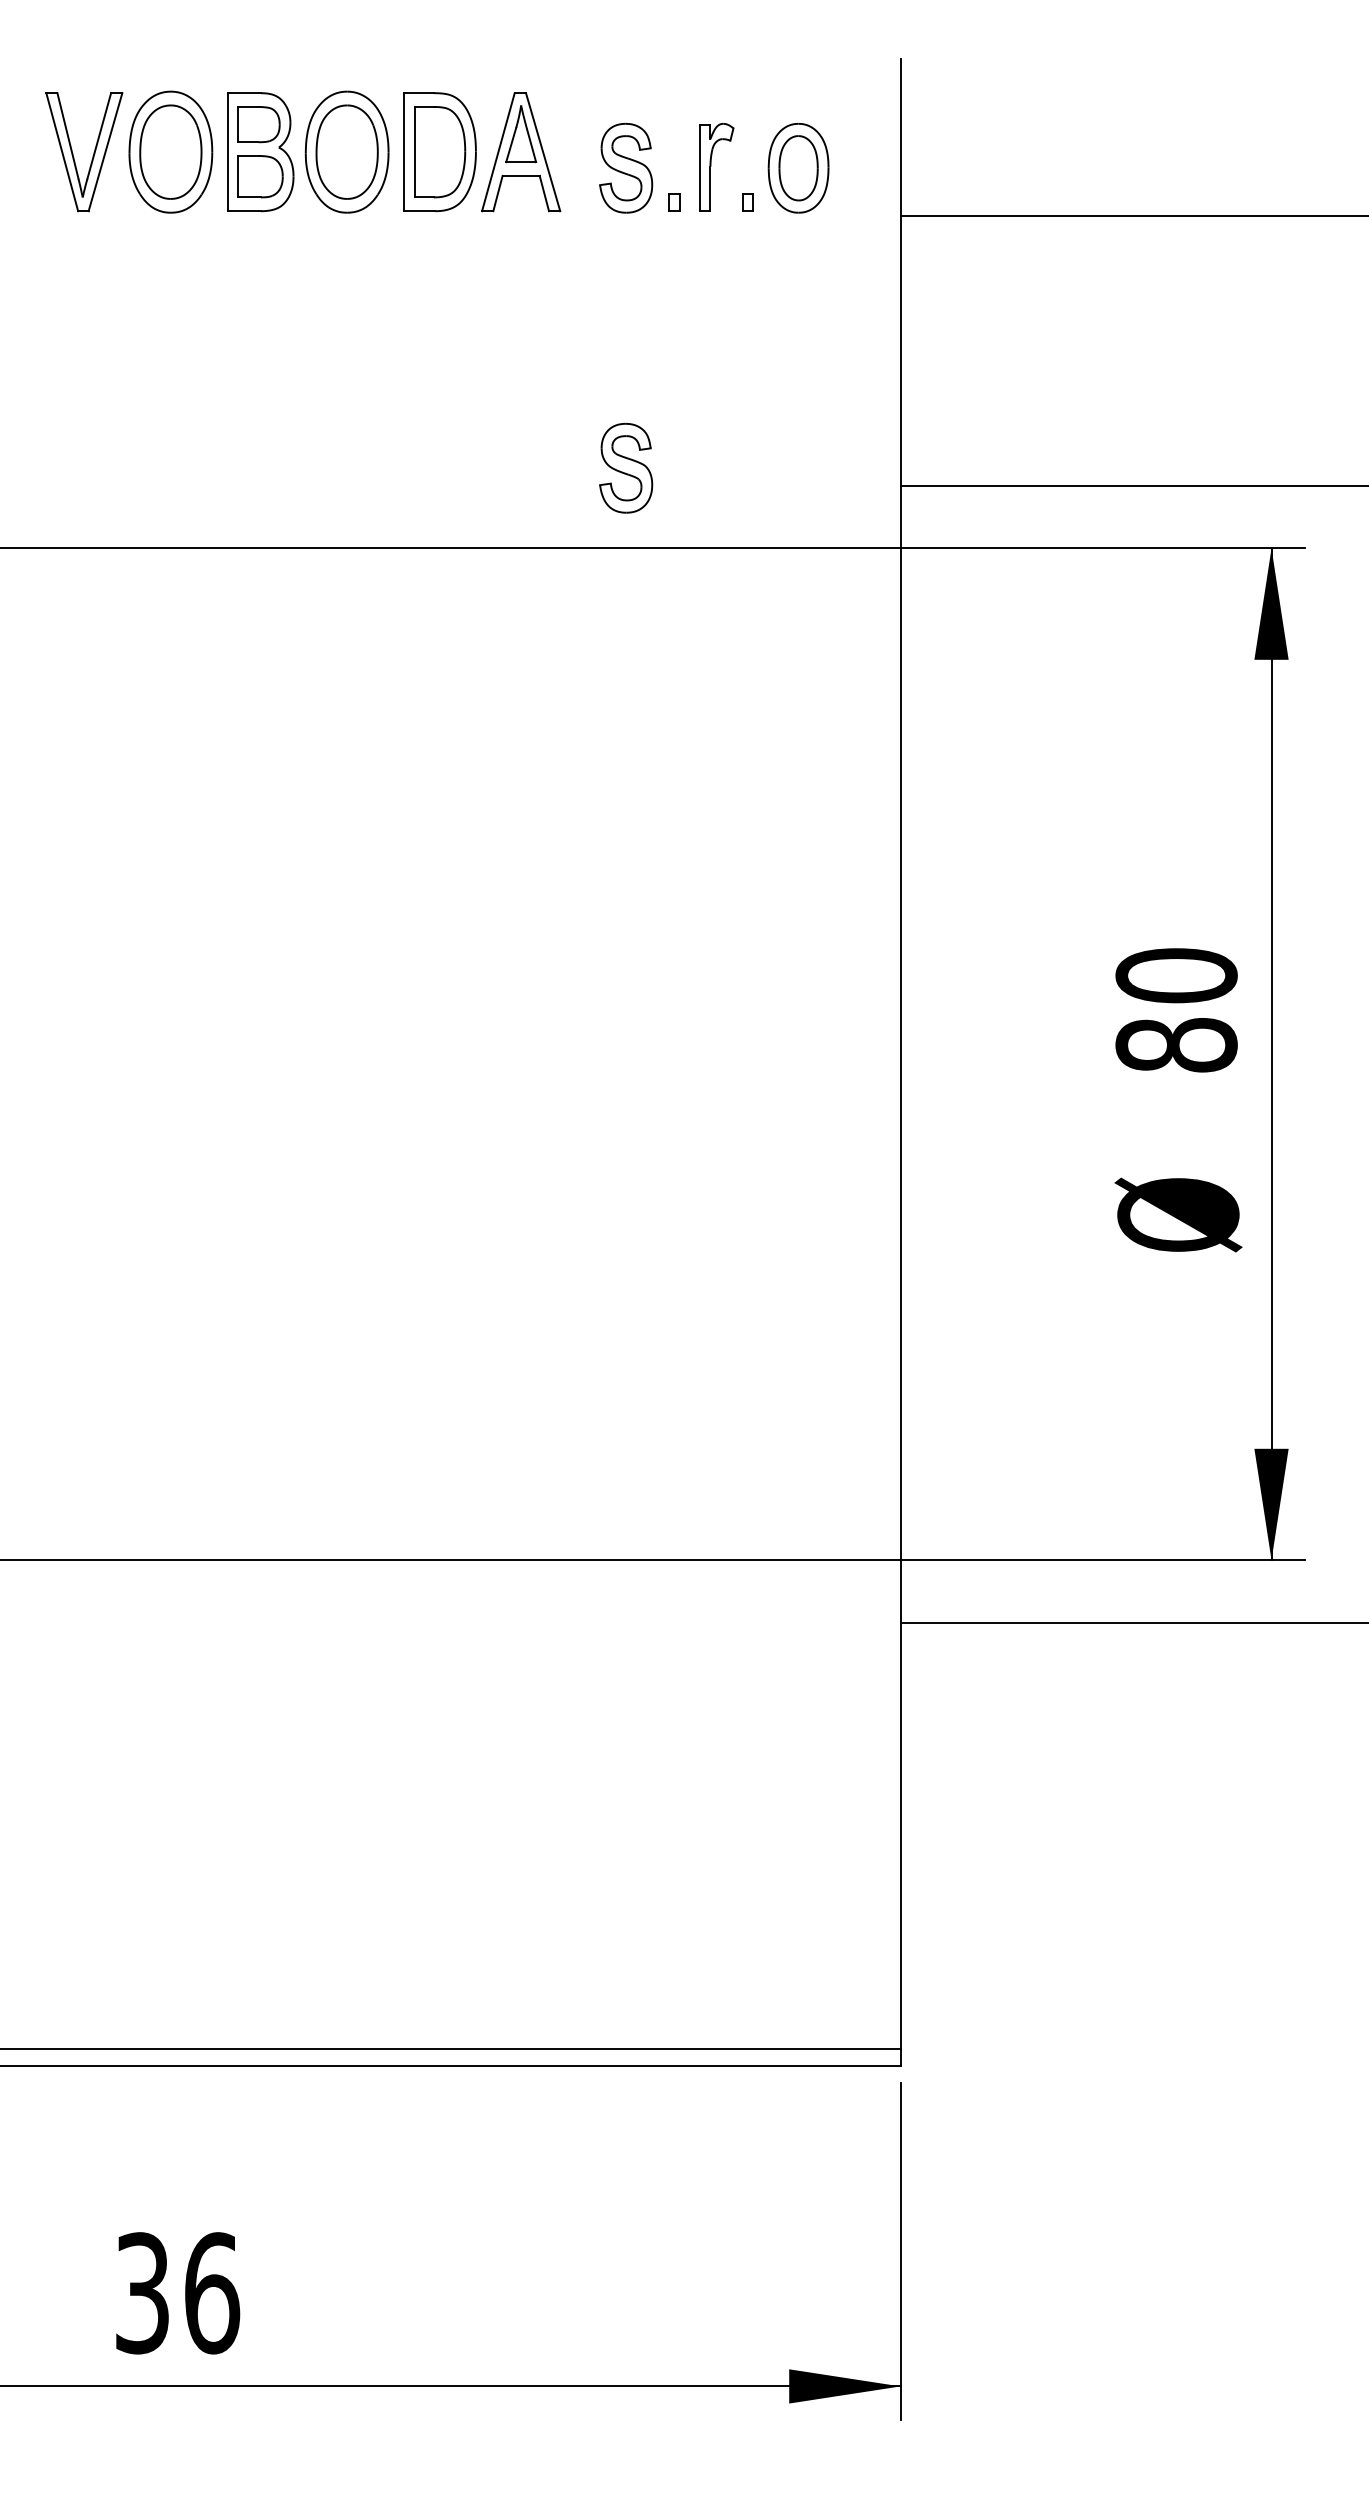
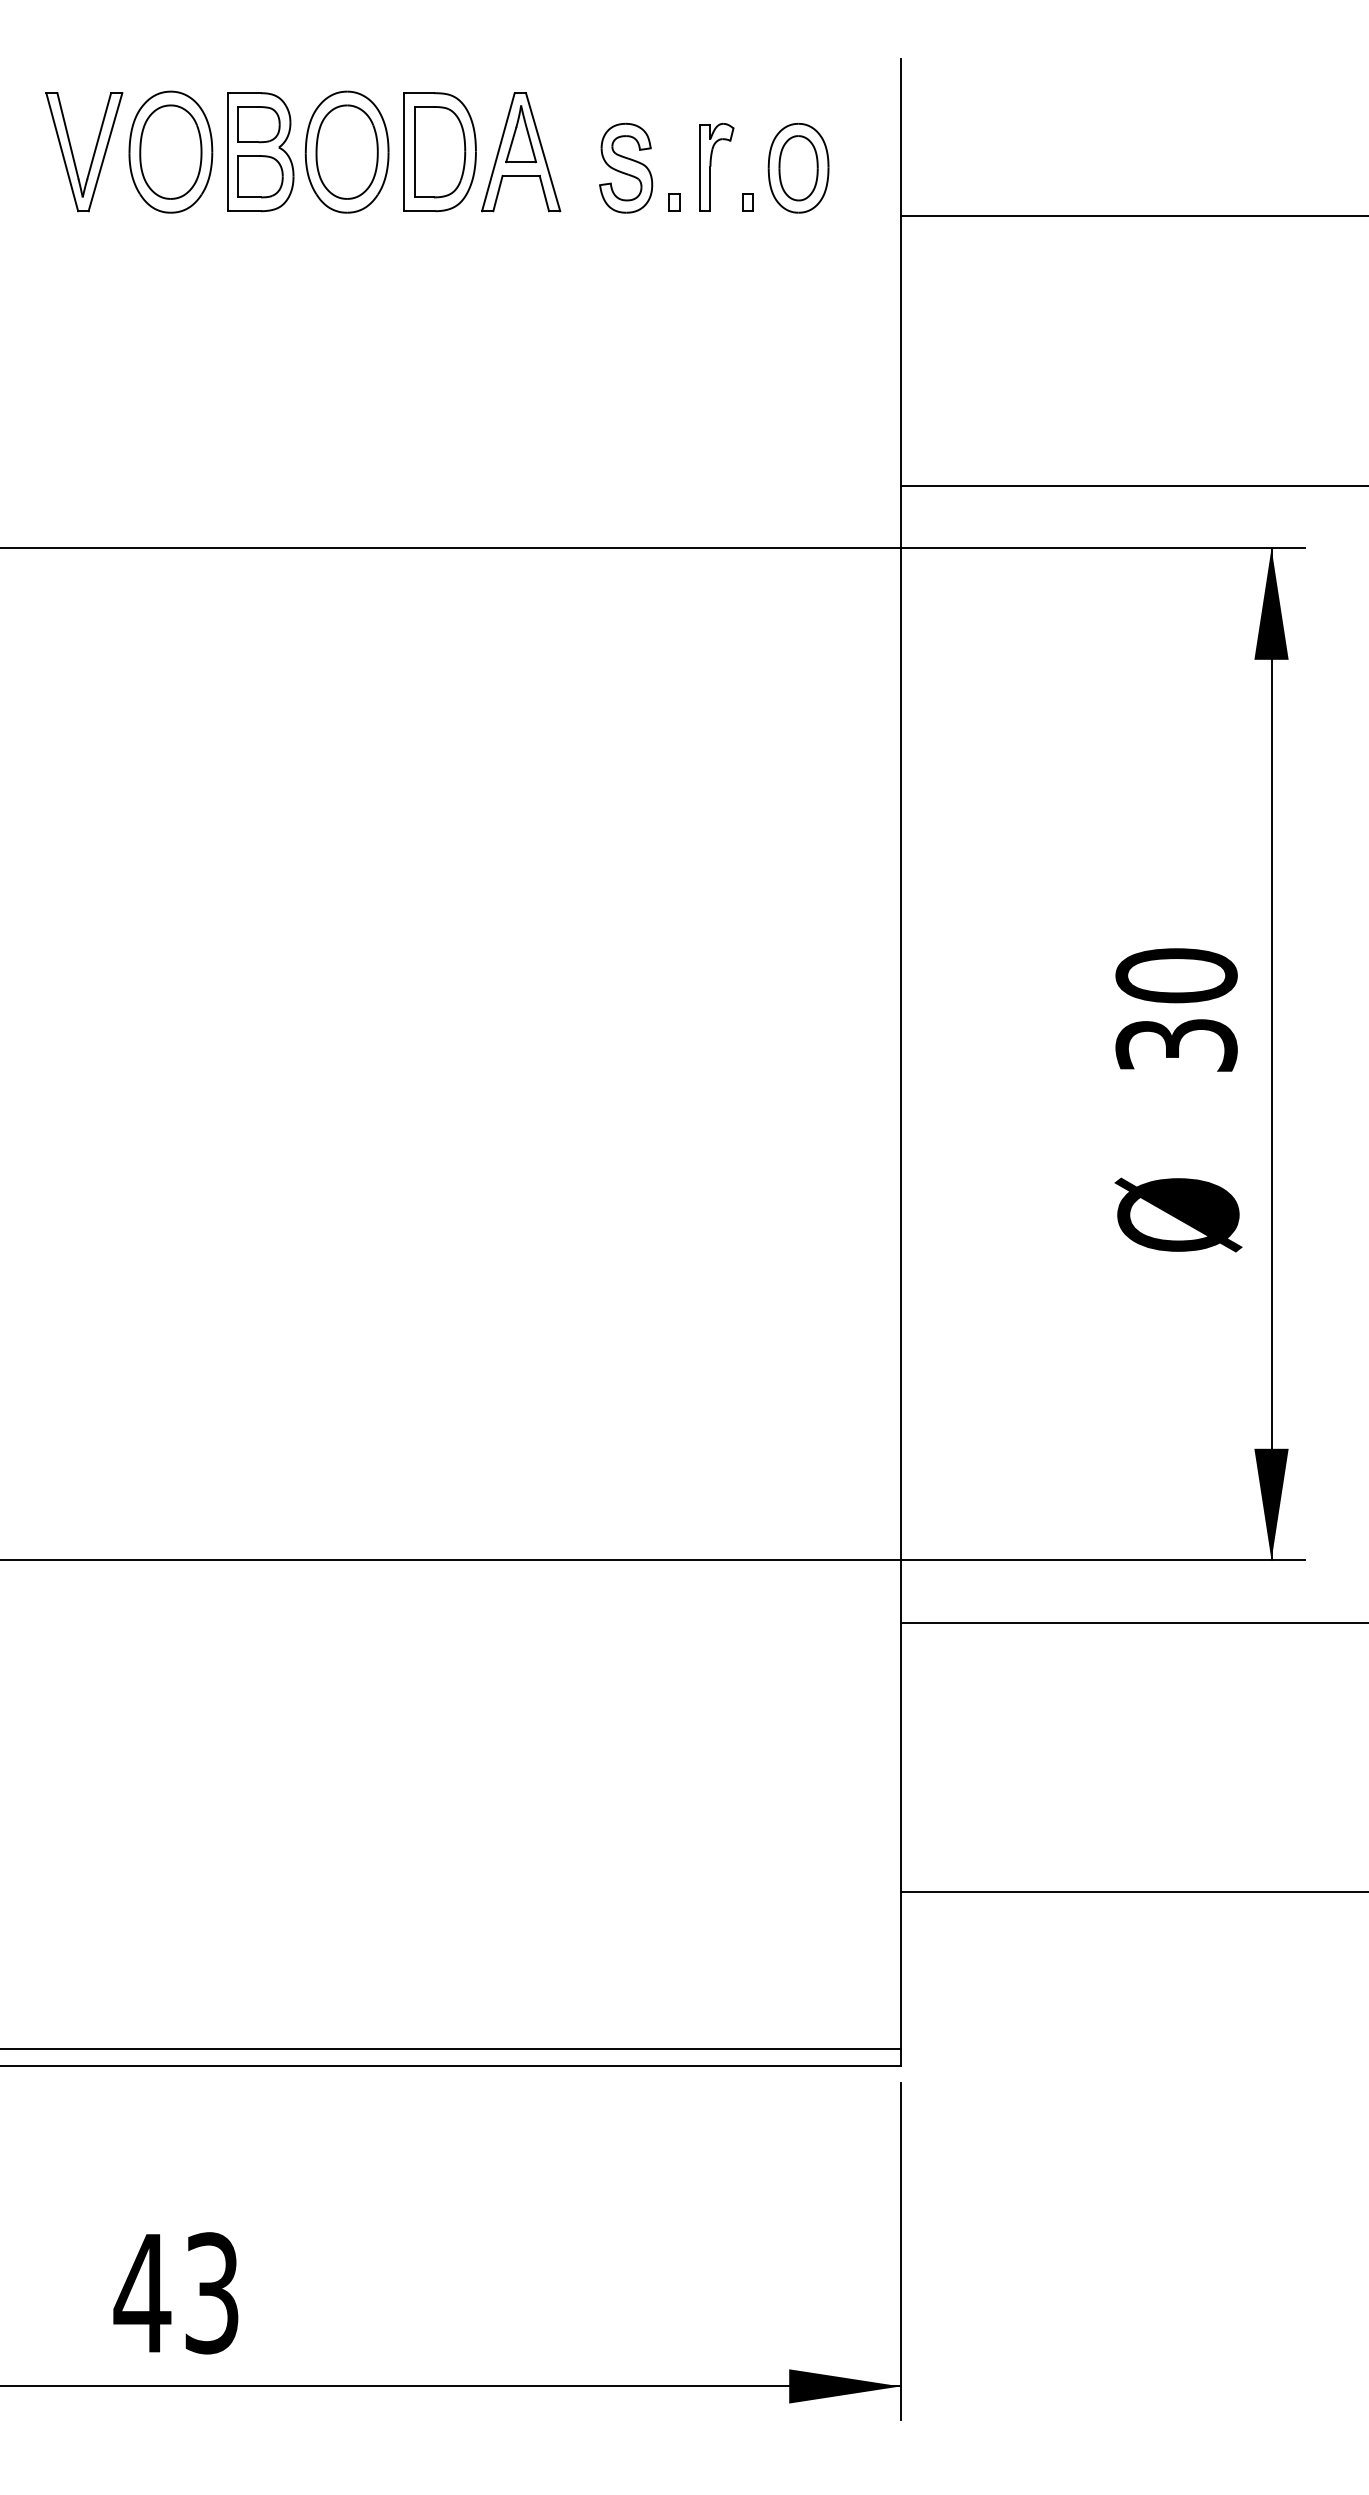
part at (626, 467): present -> none
text at (1176, 1045): 80 -> 30
line at (1132, 1892): none -> present
text at (176, 2293): 36 -> 43
